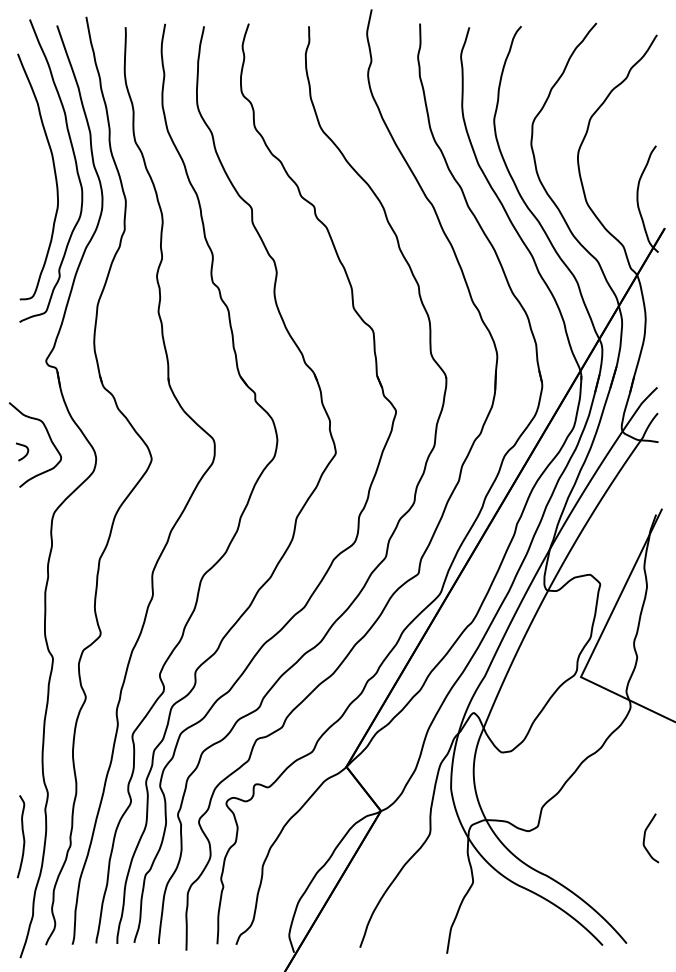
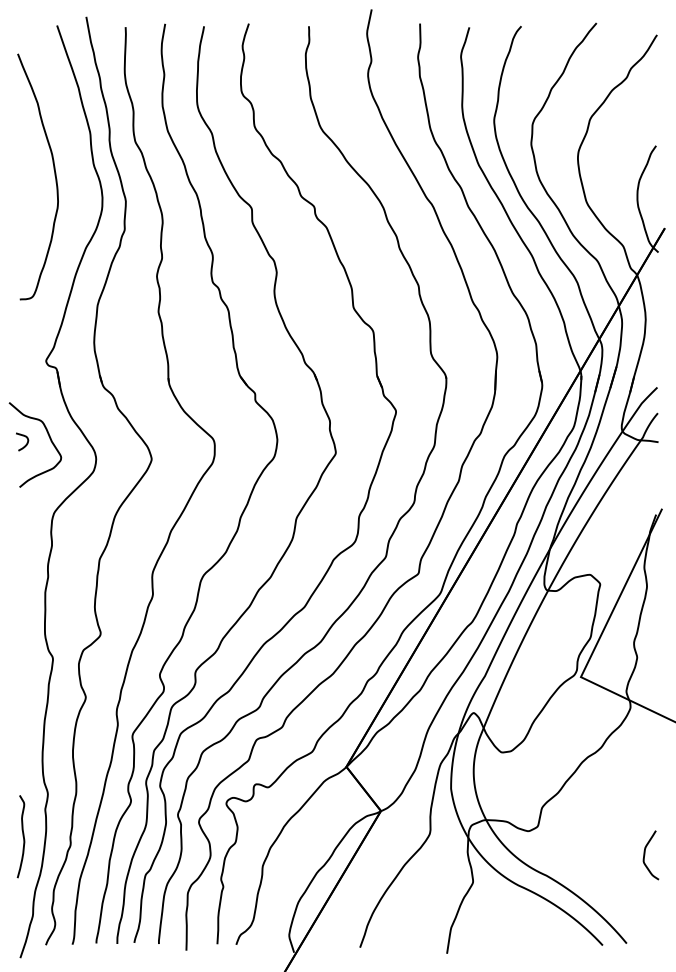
curve at (75, 167): present -> none
curve at (26, 452) position: (26, 452) -> (26, 442)
curve at (645, 838) position: (645, 838) -> (645, 855)
